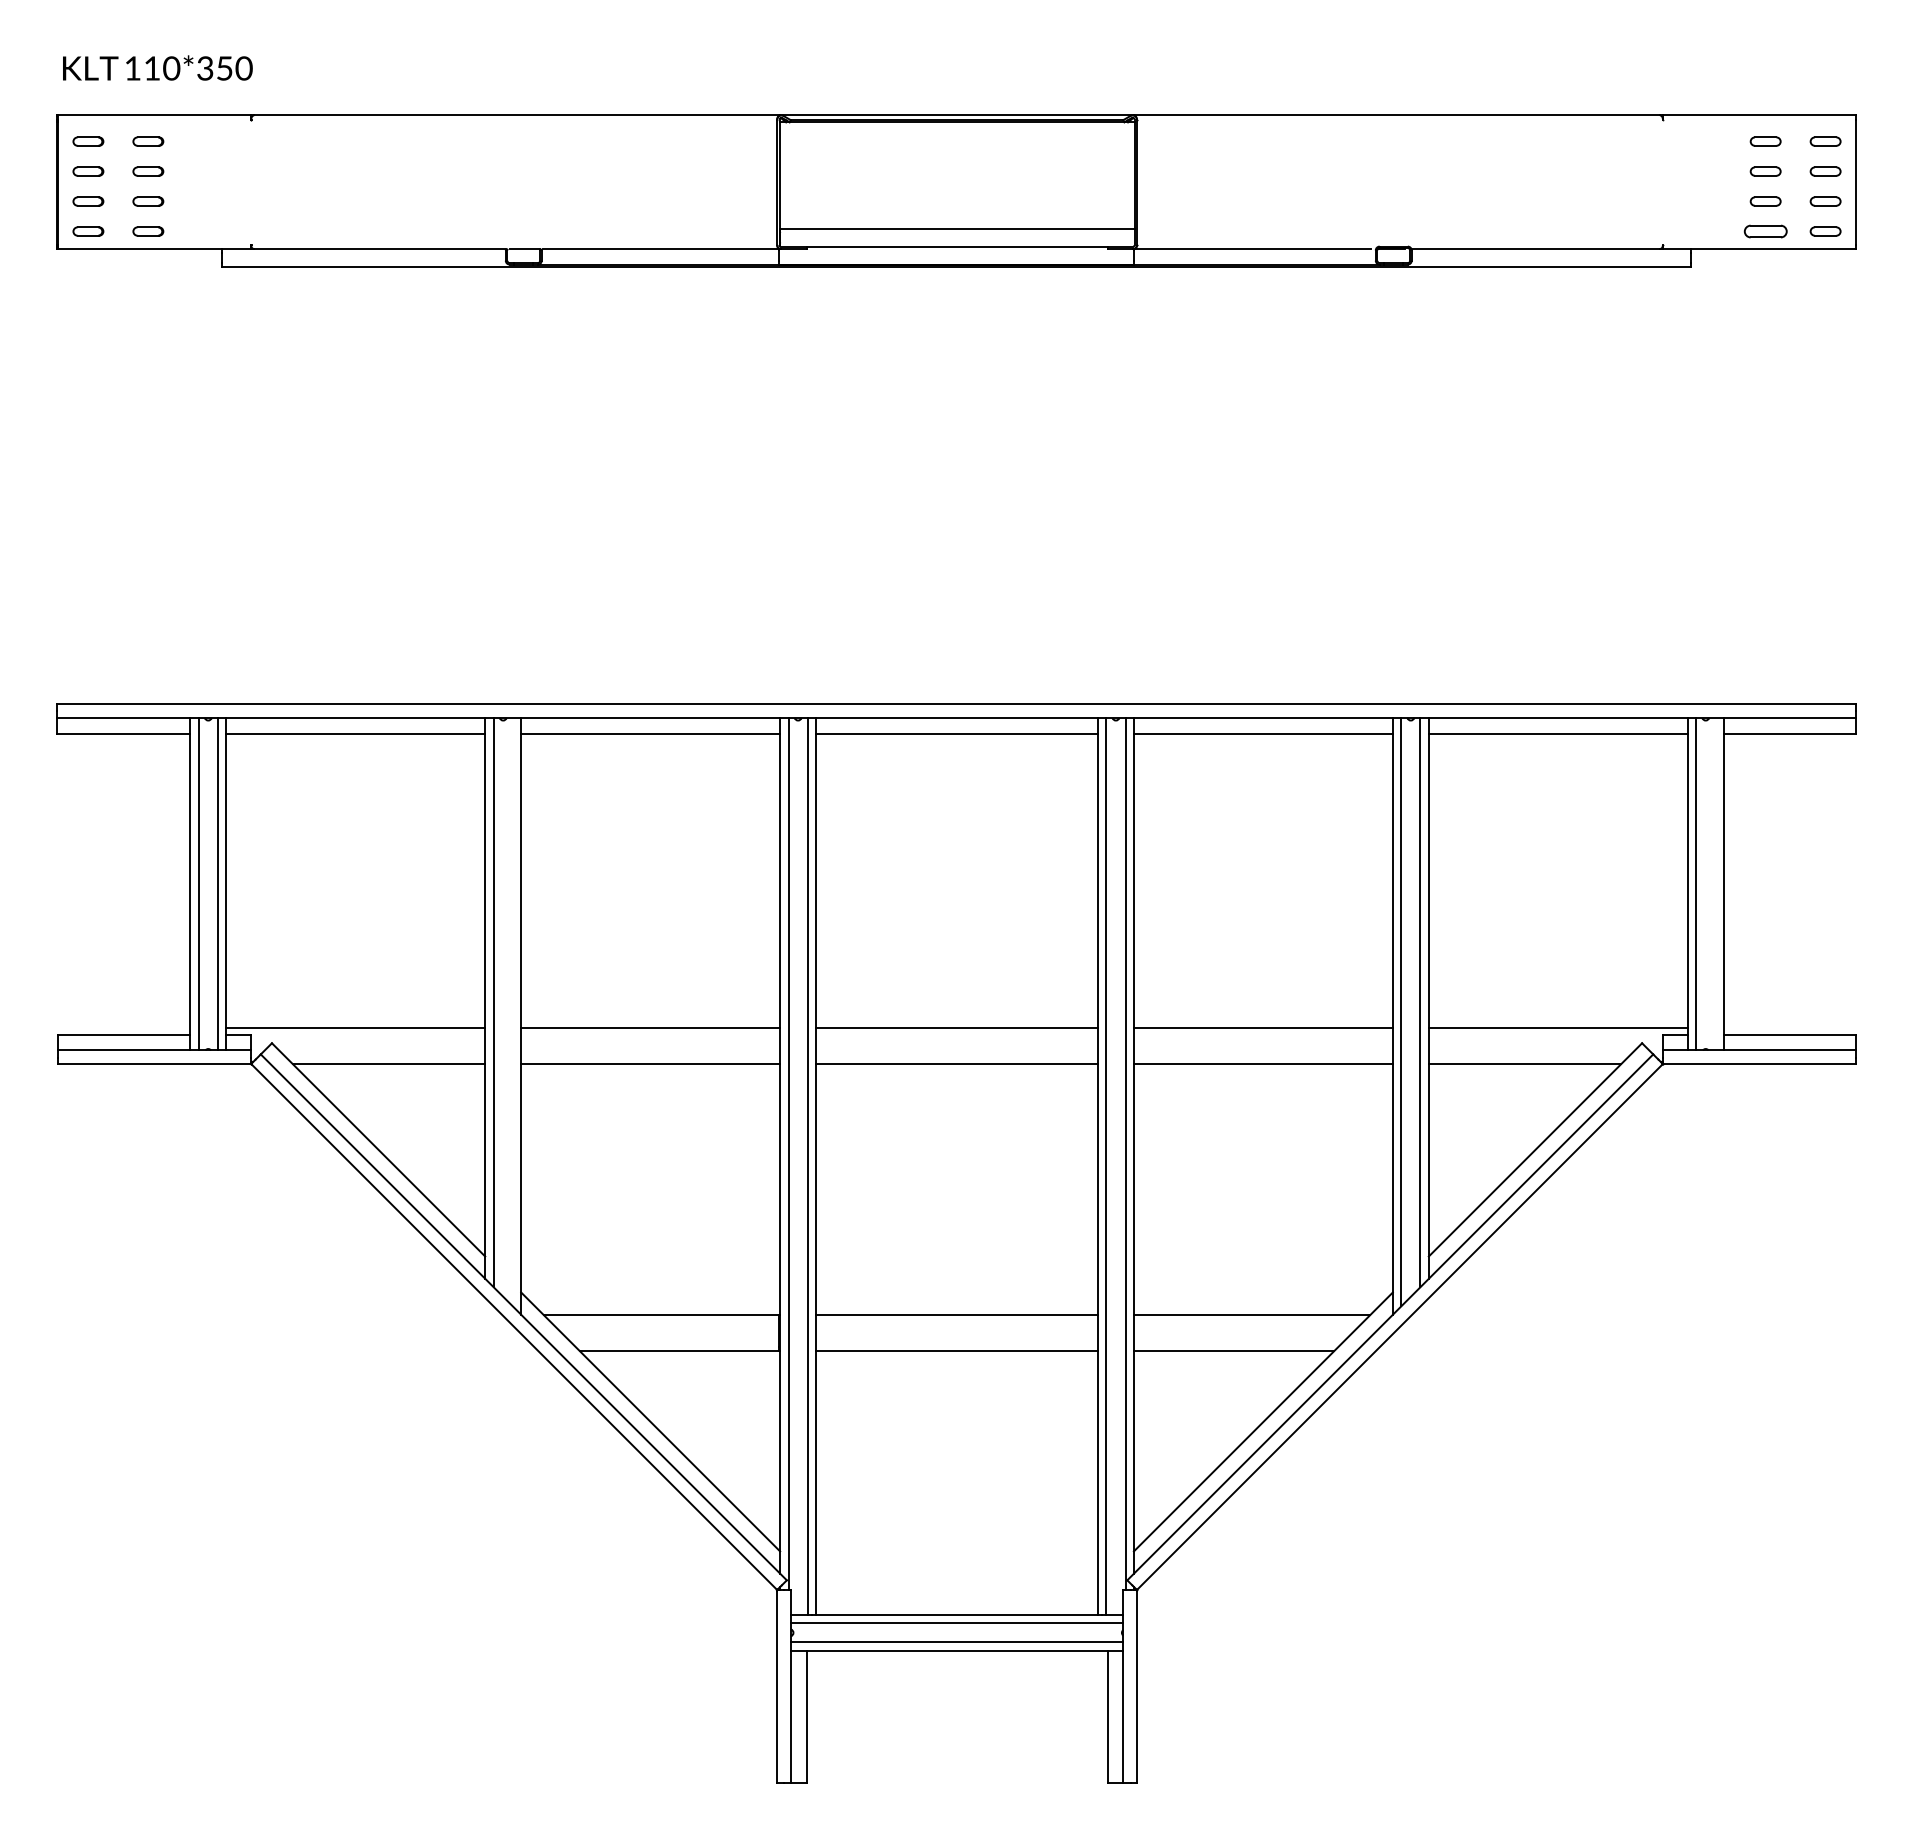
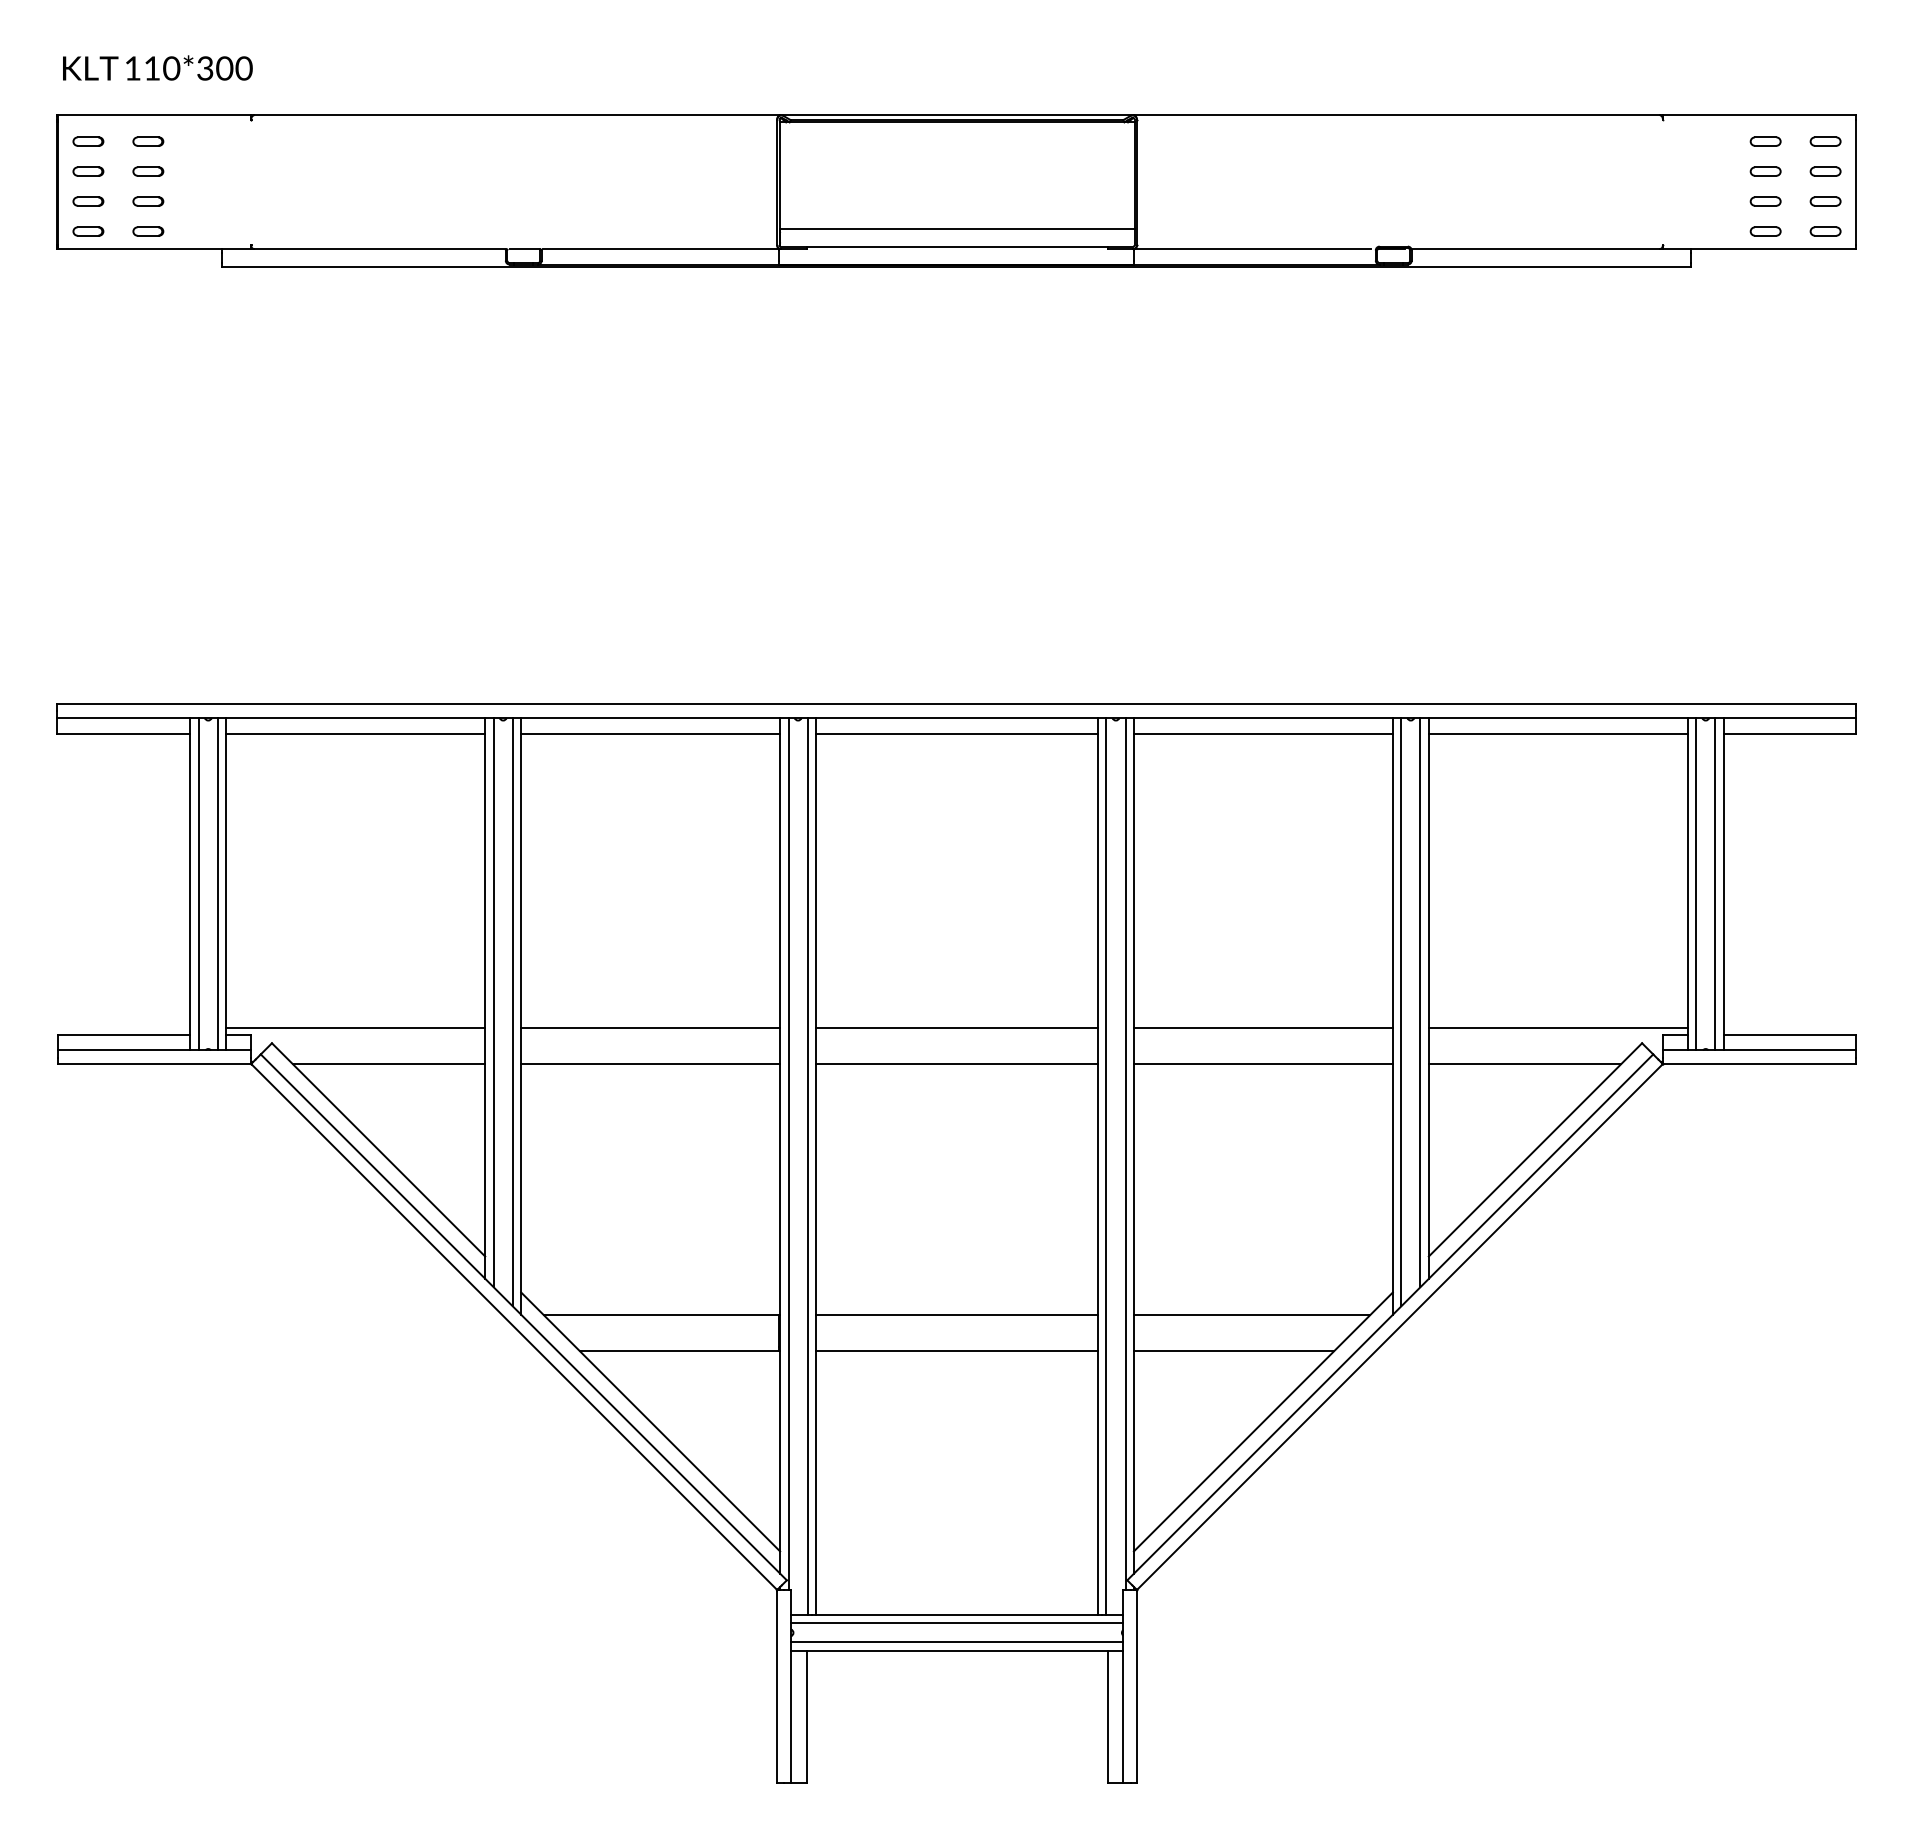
text at (224, 68): 110*350 -> 110*300
part at (1765, 231) size: 45x15 px -> 33x11 px
line at (1715, 883): none -> present
line at (512, 1011): none -> present
